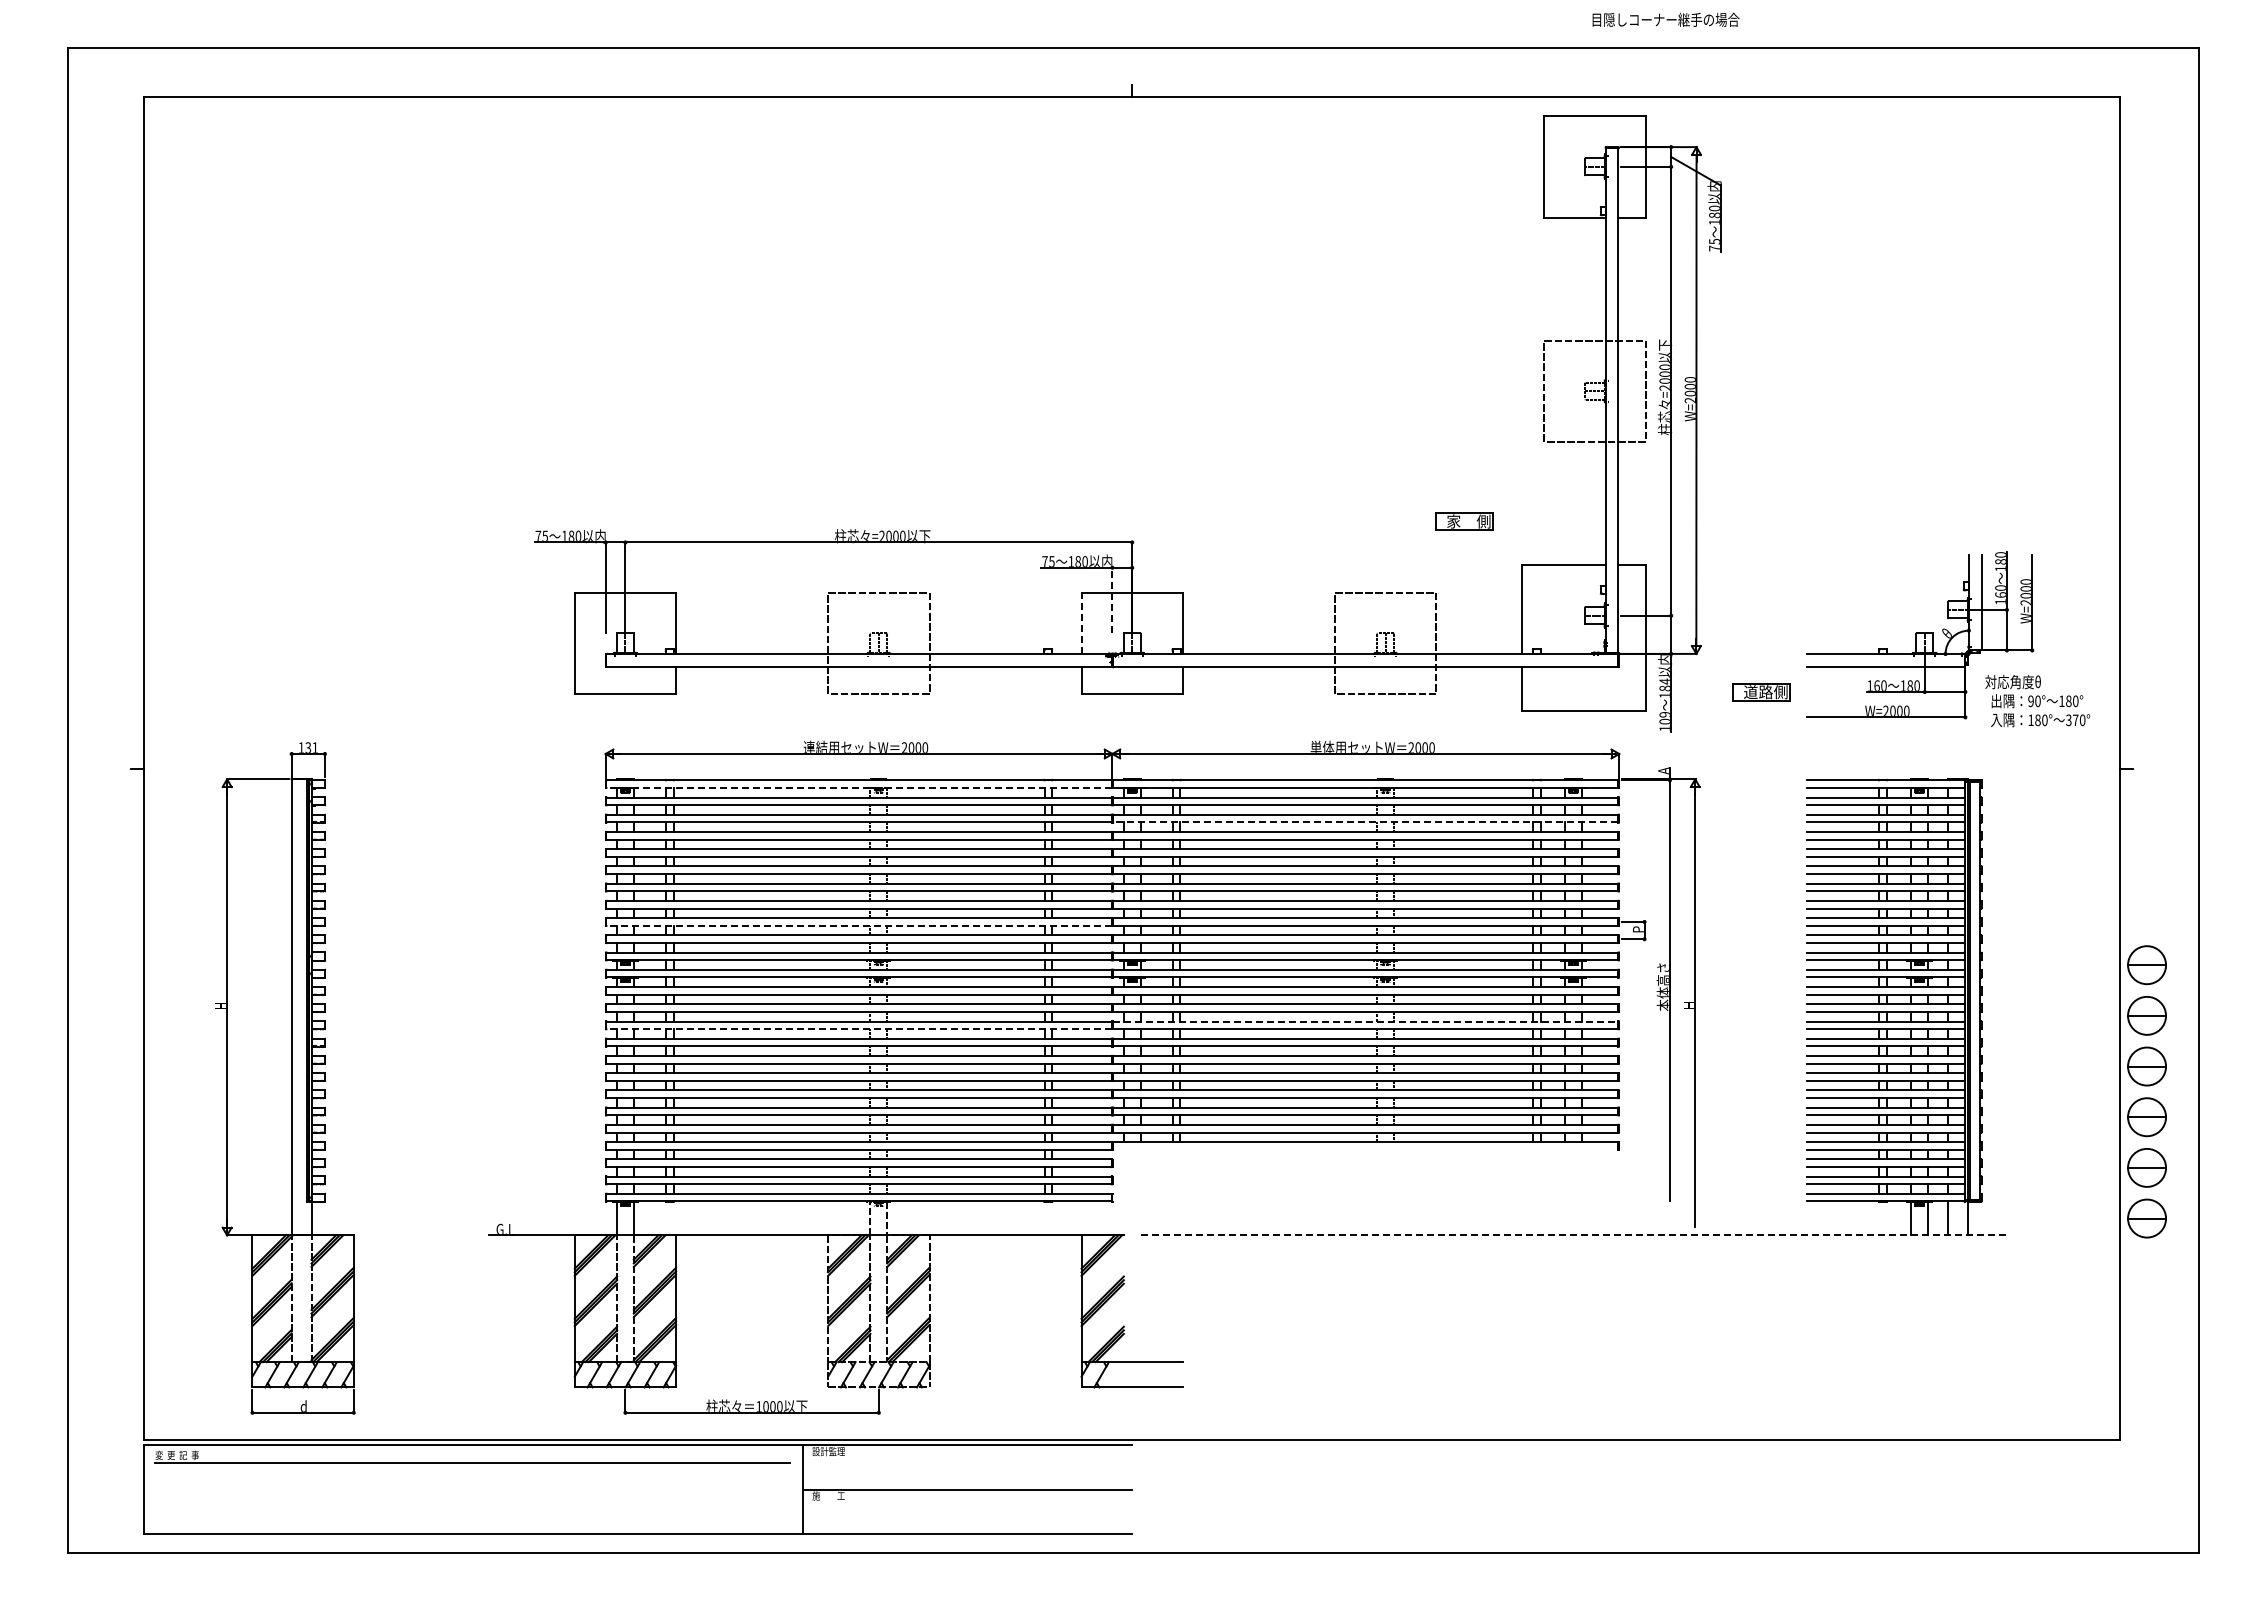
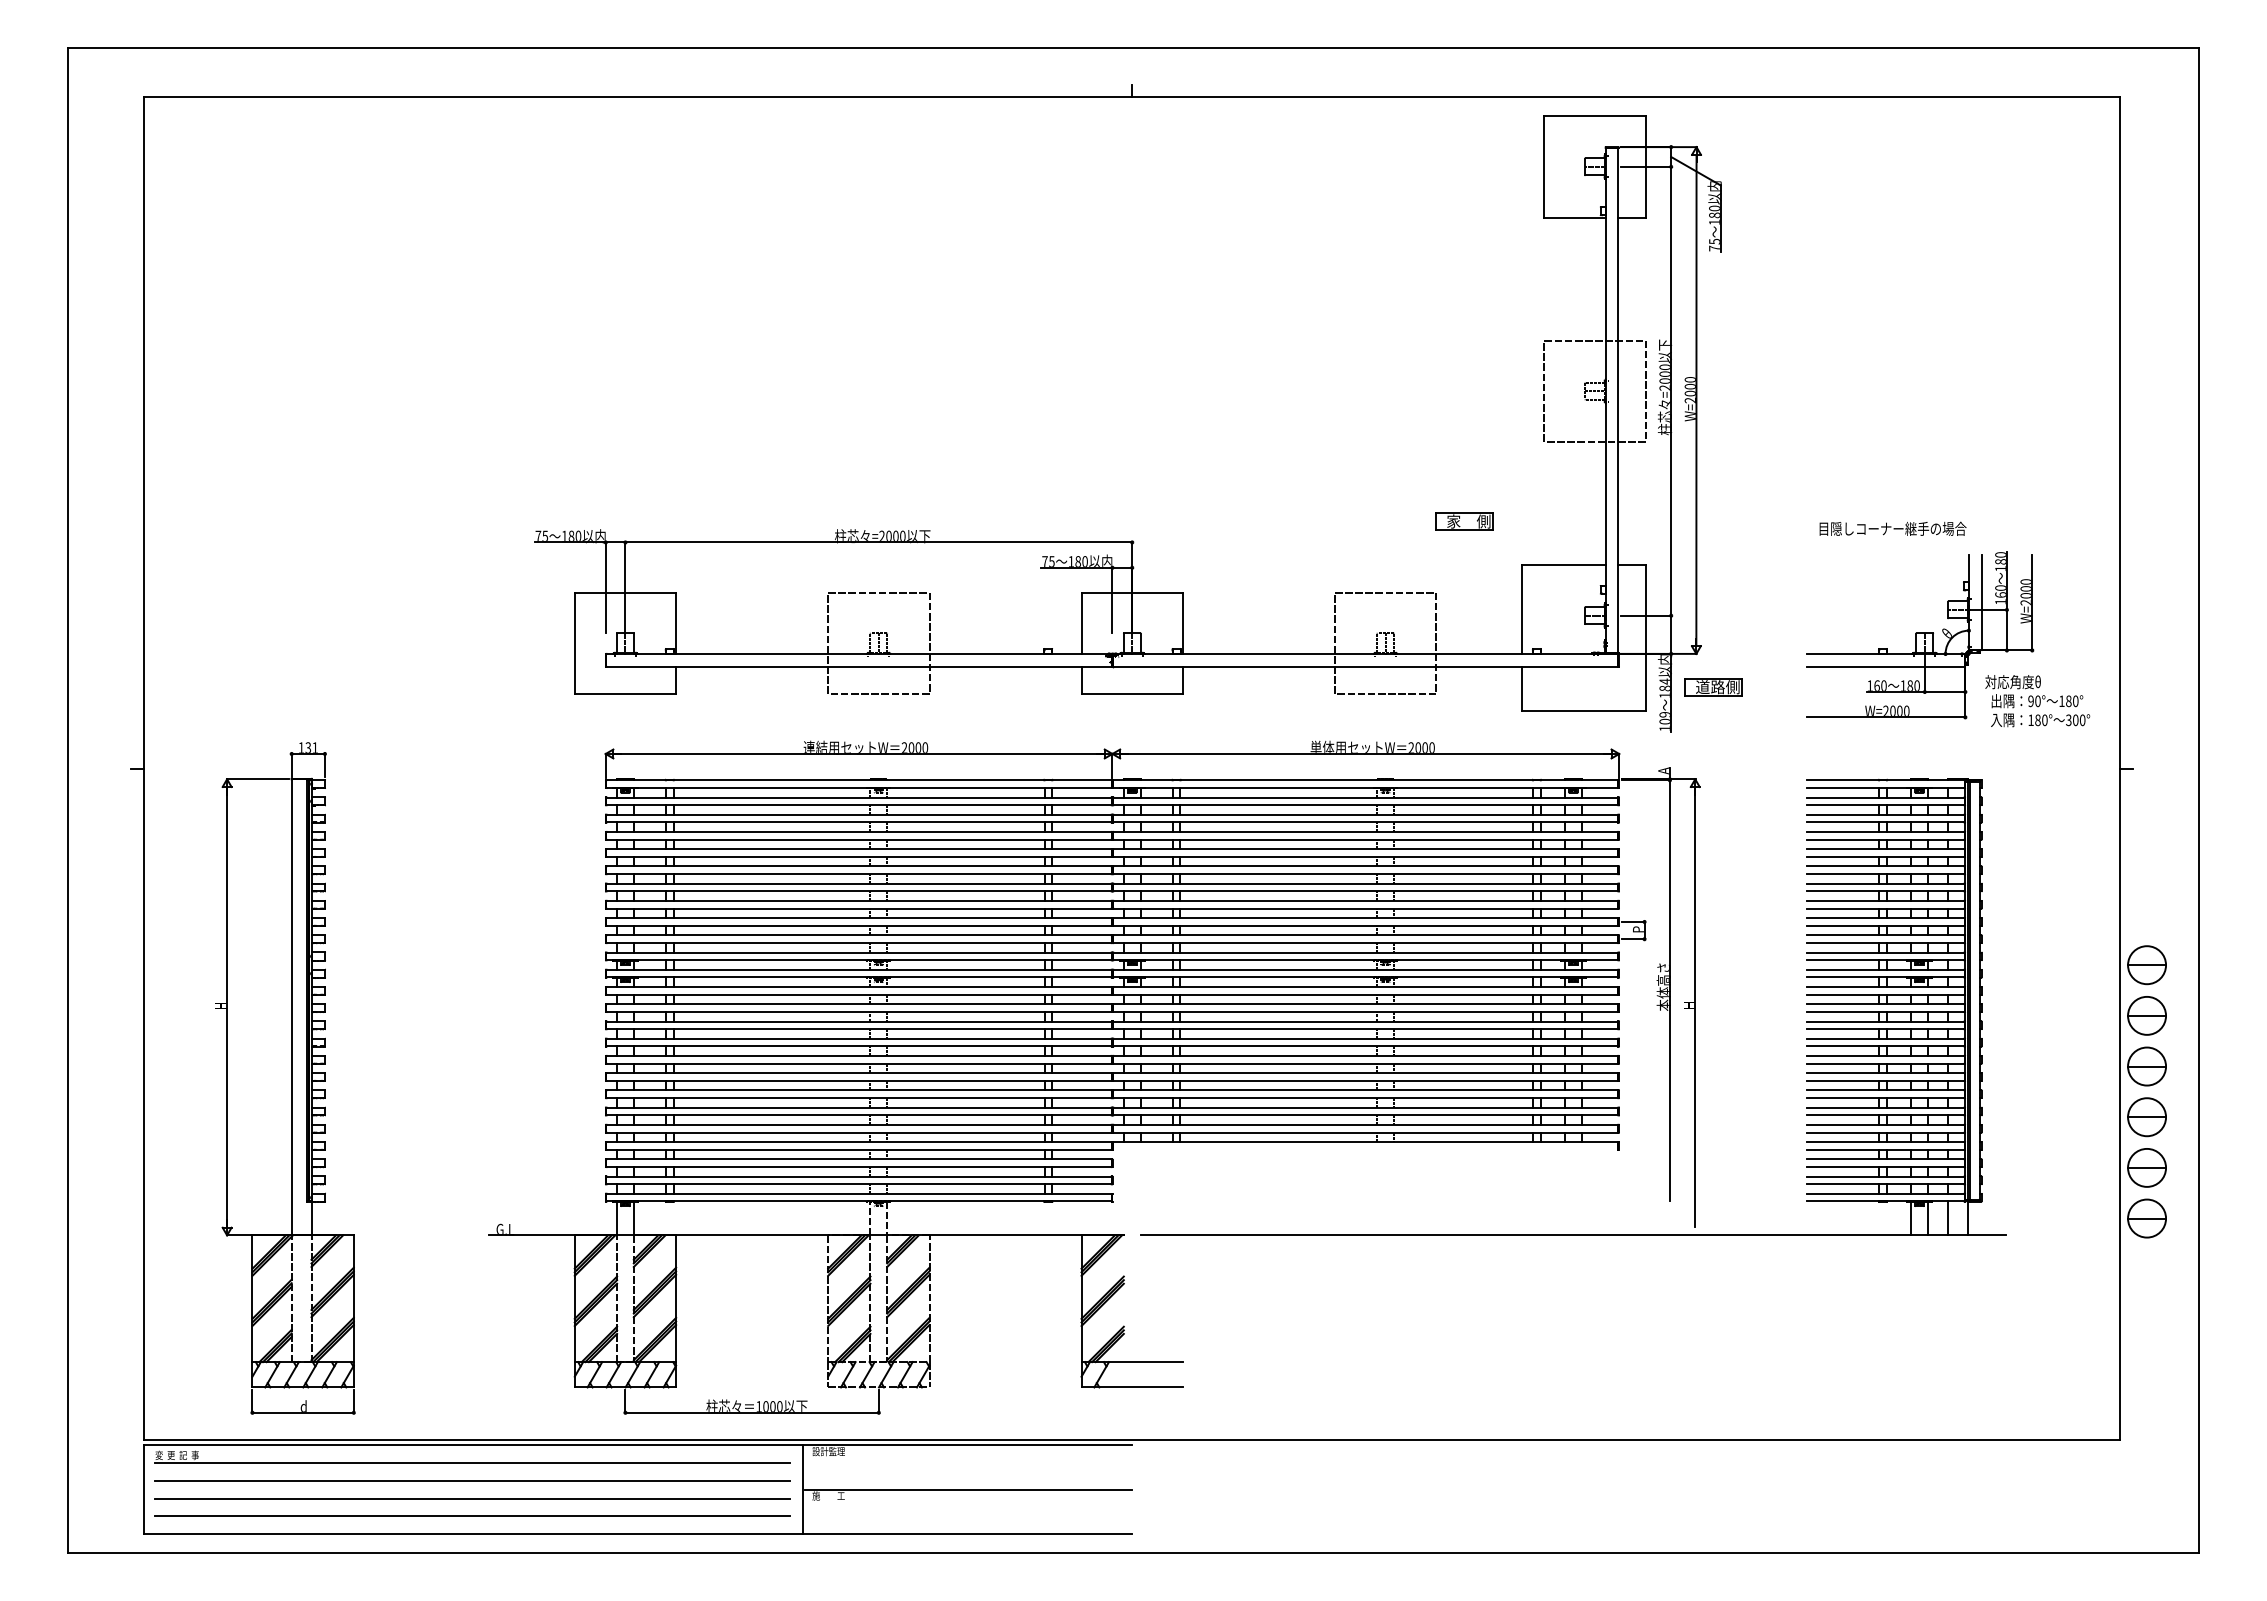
text at (1665, 19) position: (1665, 19) -> (1892, 528)
line at (1112, 600): dashed -> solid
line at (1081, 623): dashed -> solid
part at (1761, 692) position: (1761, 692) -> (1713, 687)
text at (2075, 720): 370° -> 300°
line at (859, 787): dashed -> solid
line at (1365, 822): dashed -> solid
line at (859, 925): dashed -> solid
line at (1365, 1021): dashed -> solid
line at (859, 1029): dashed -> solid
line at (1573, 1235): dashed -> solid
line at (472, 1480): none -> present
line at (472, 1498): none -> present
line at (472, 1516): none -> present
